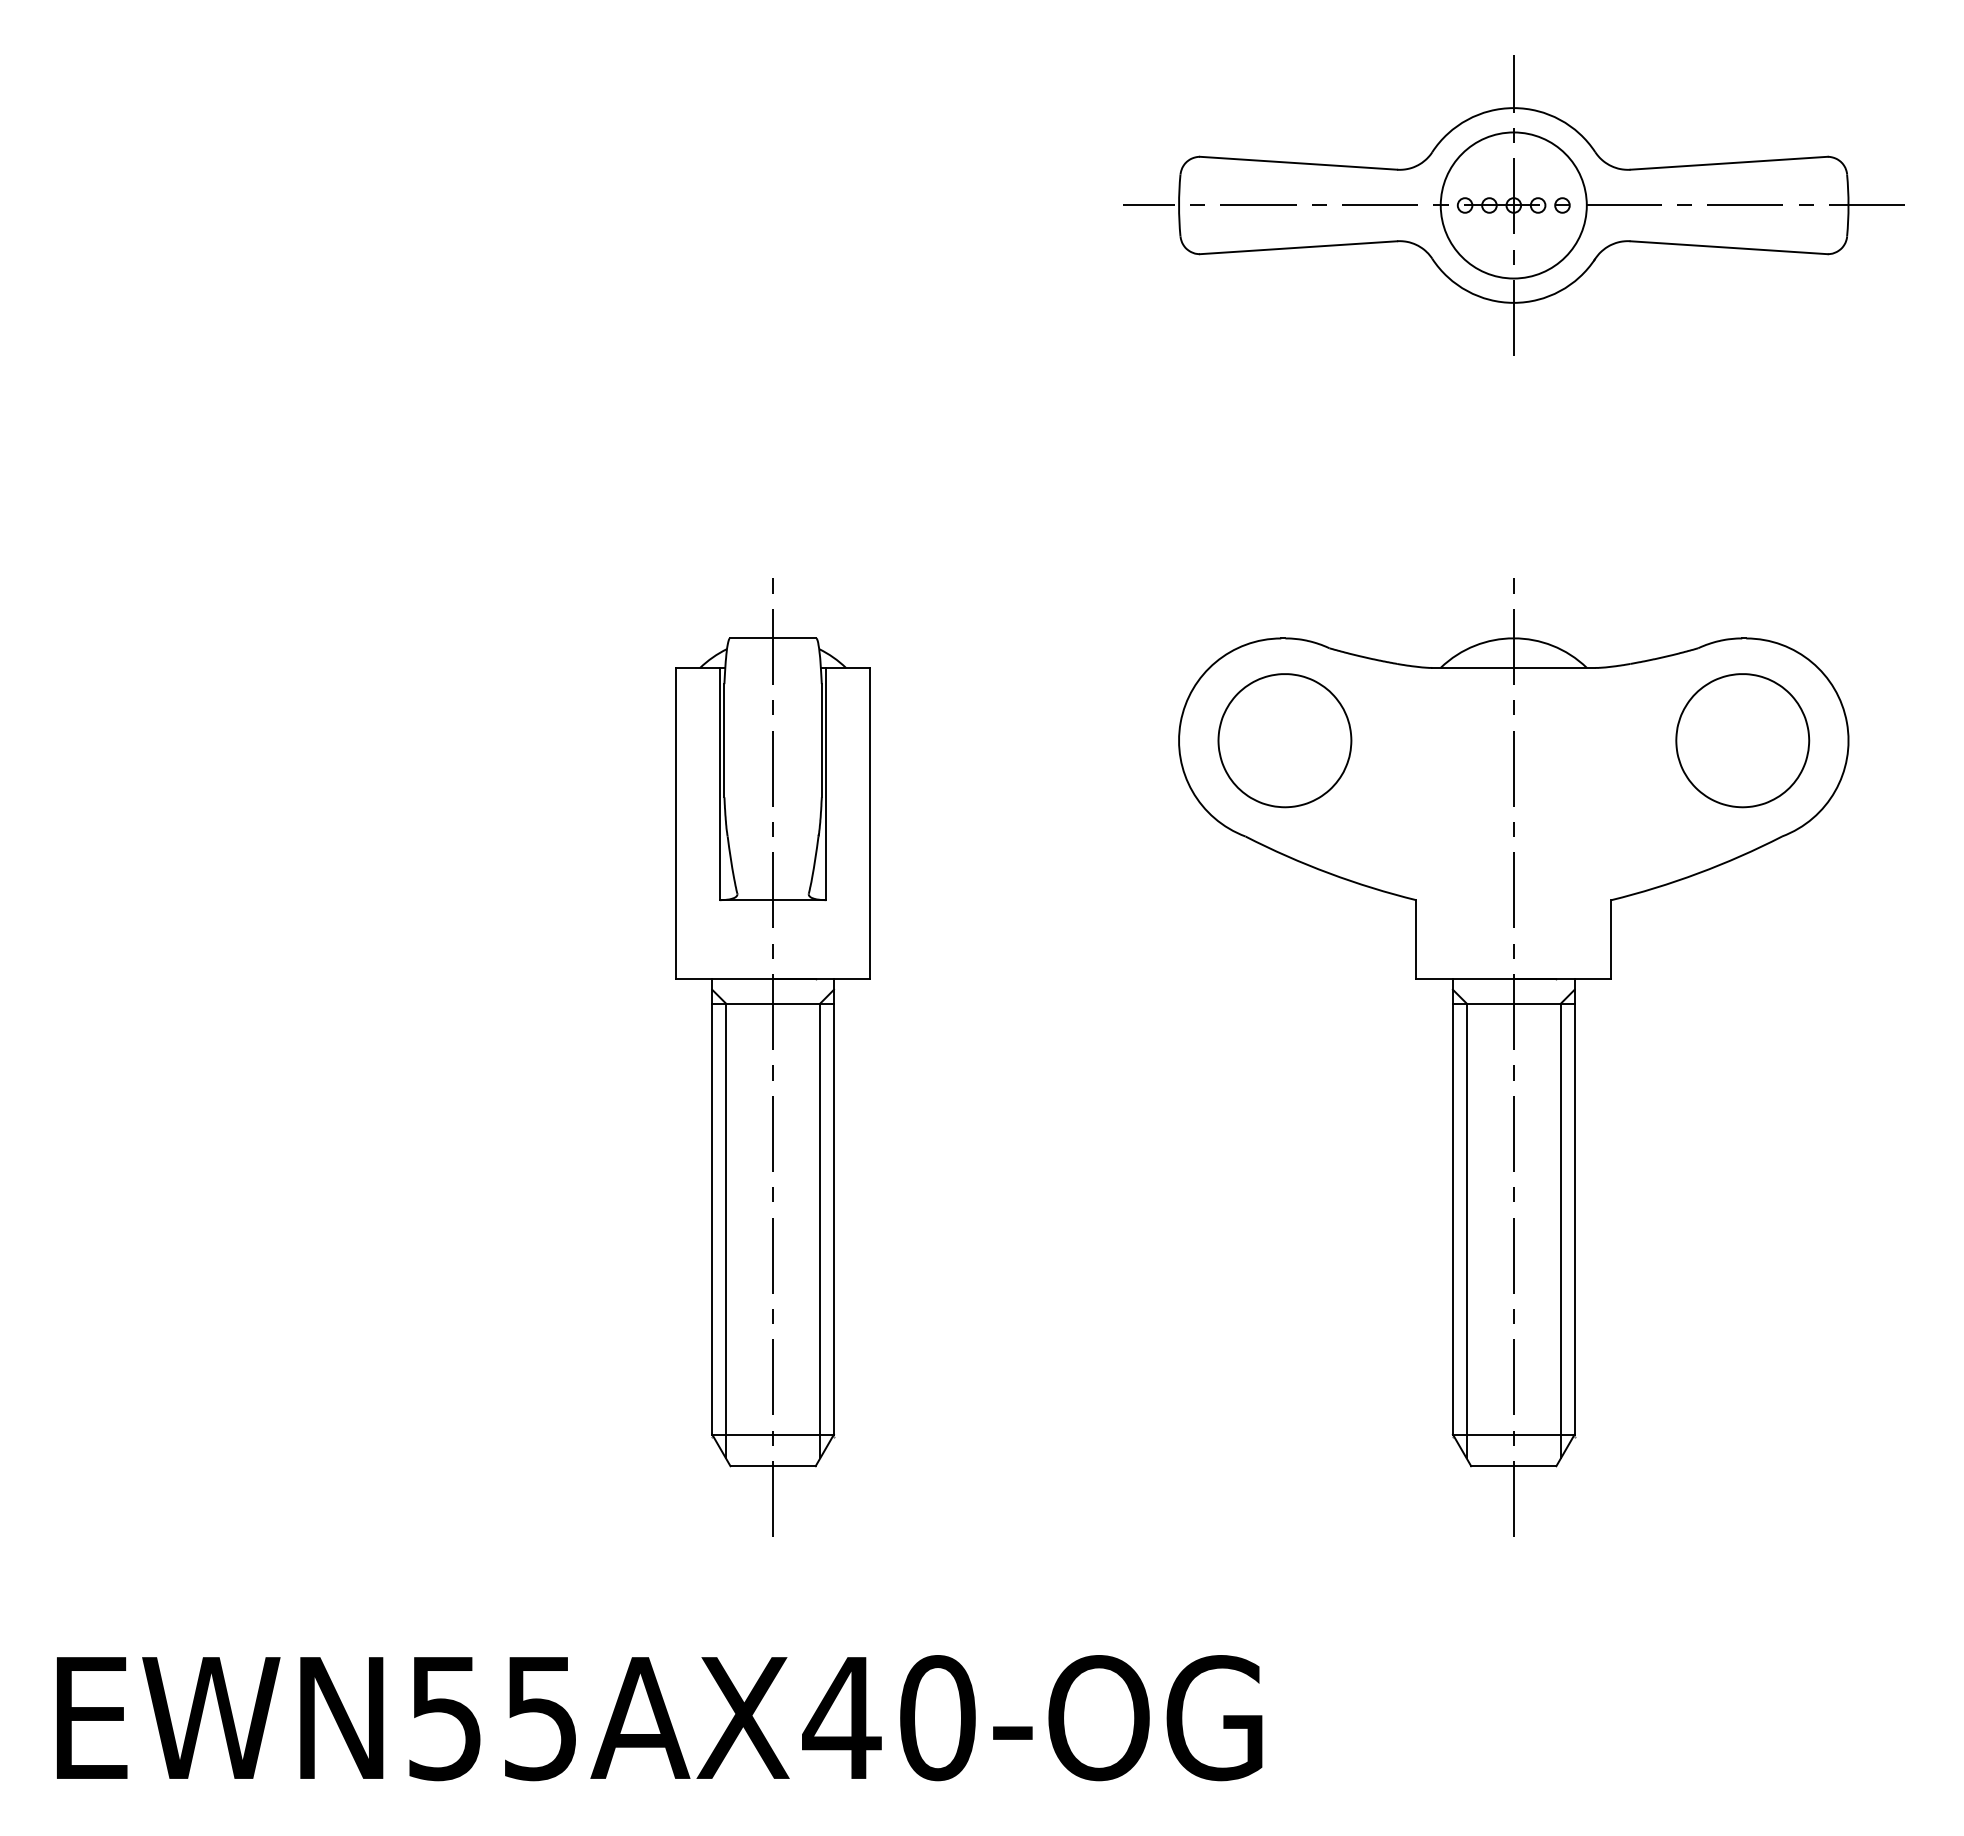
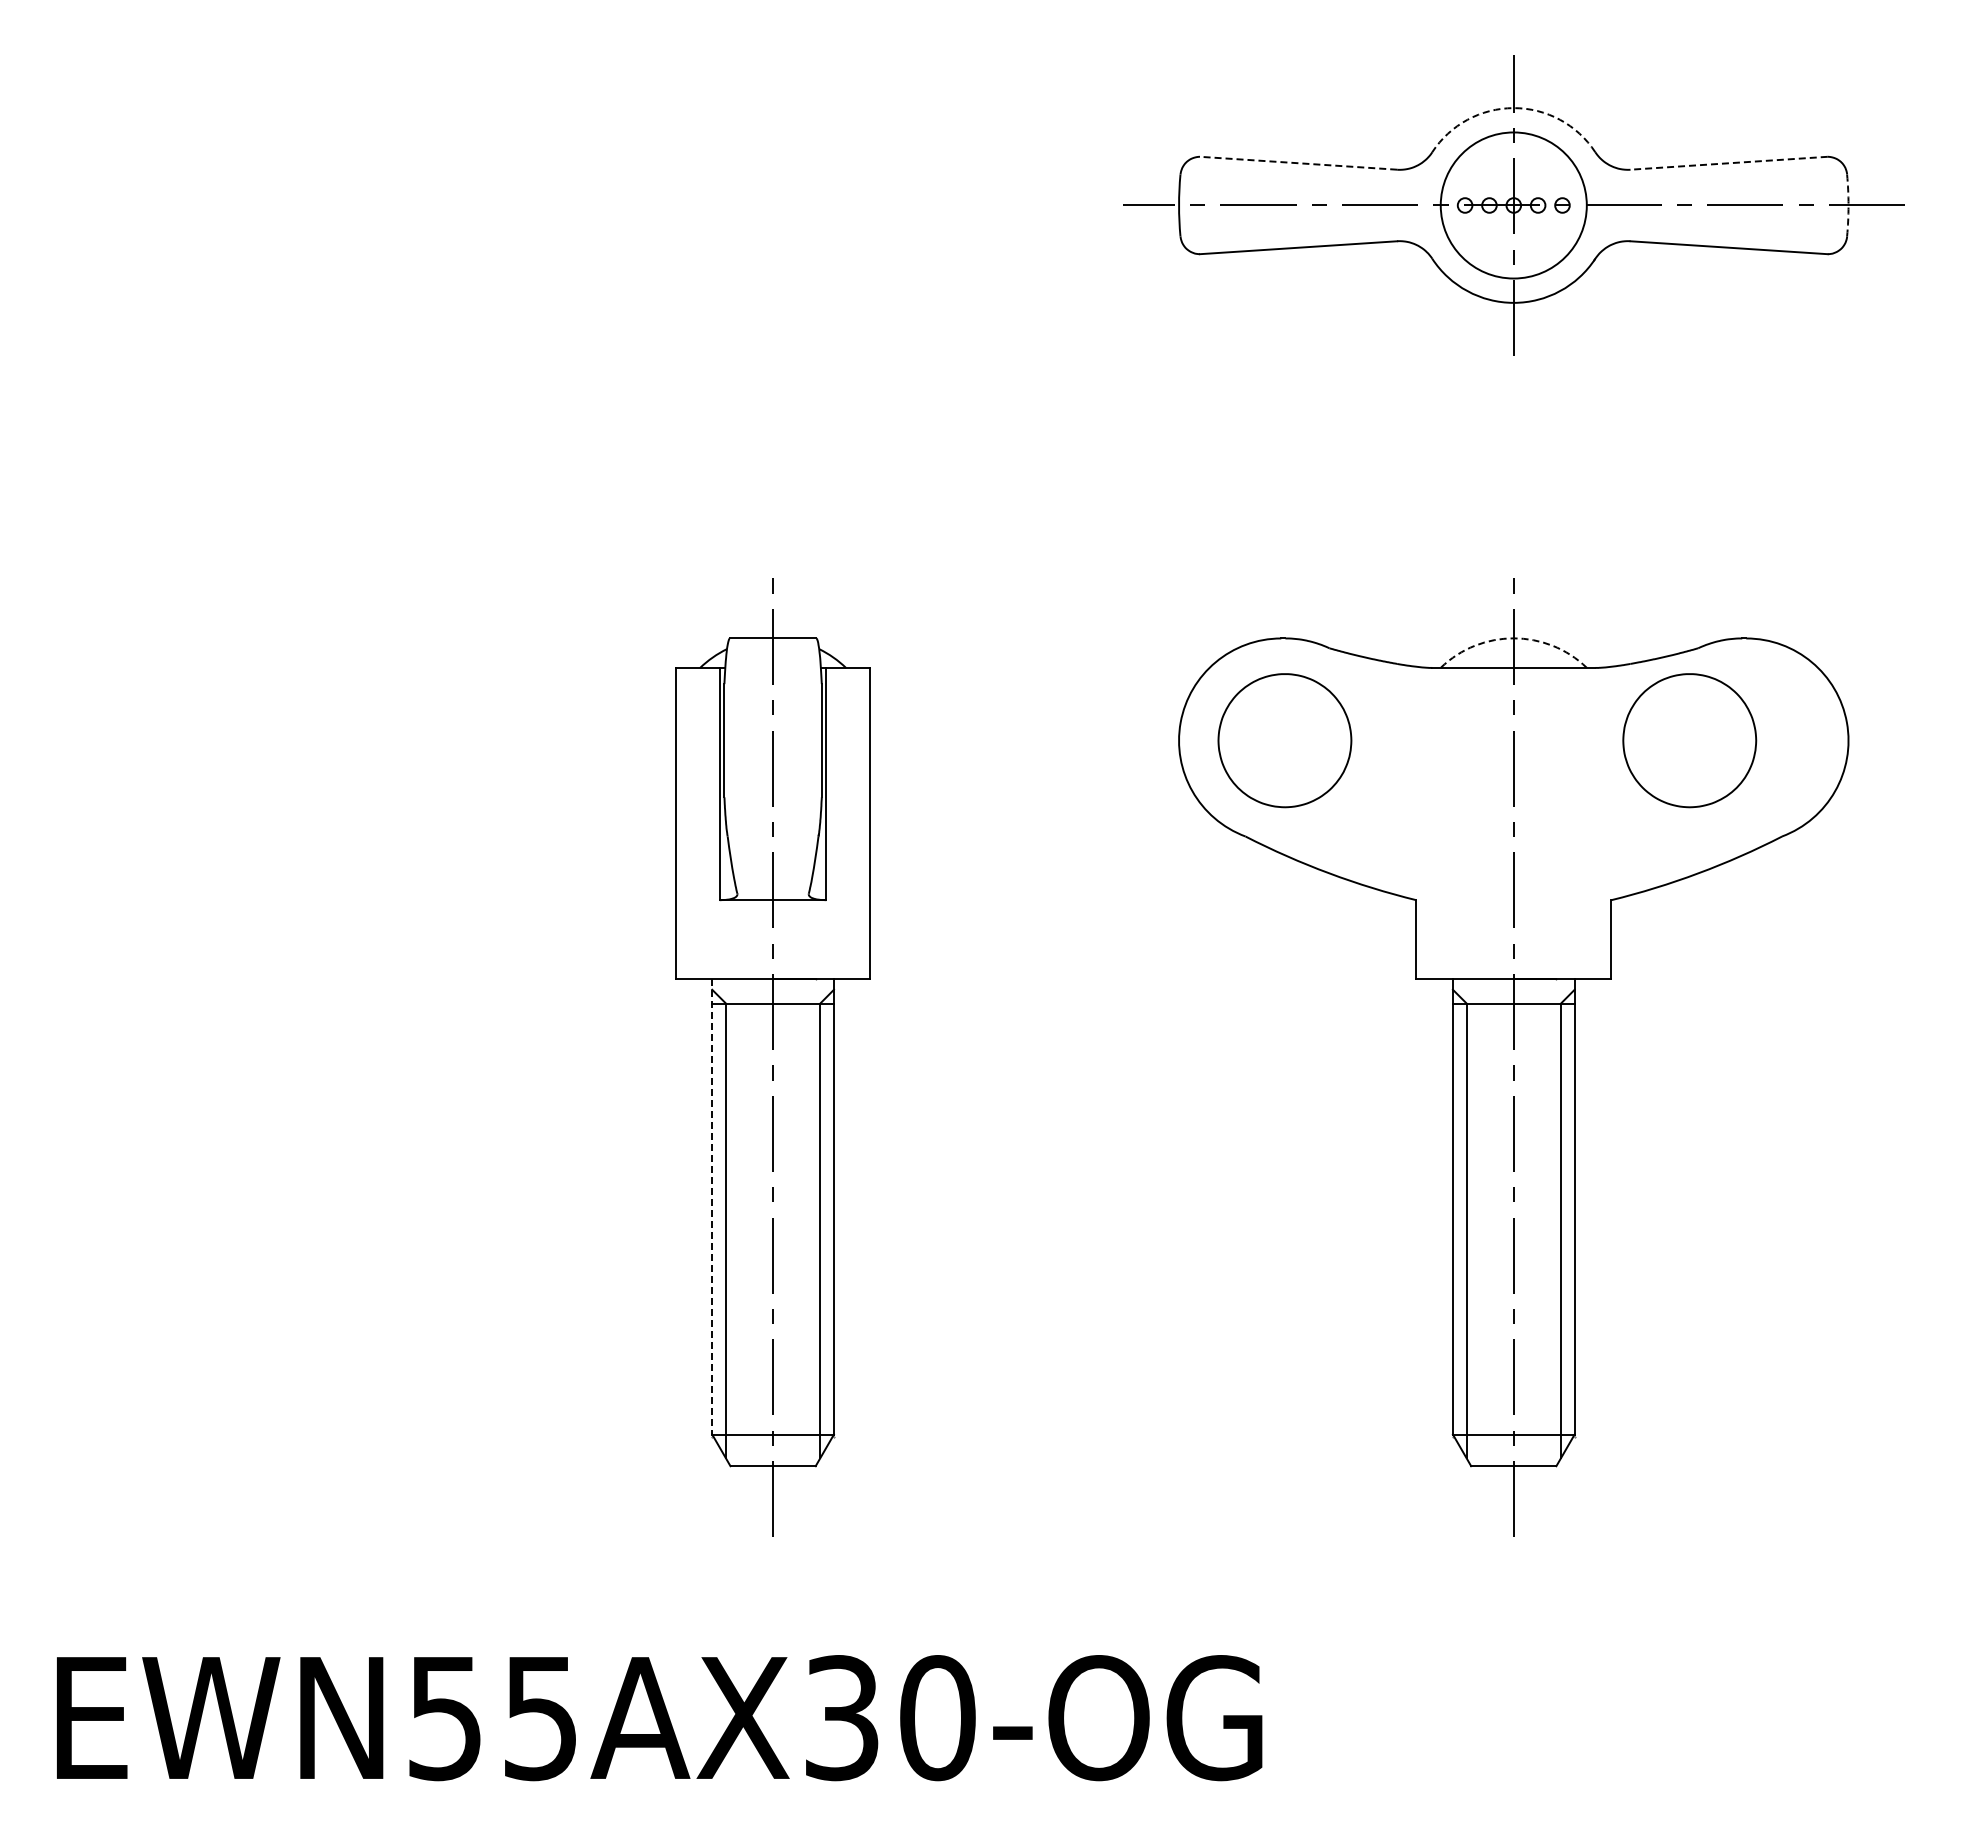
arc at (1513, 108): solid -> dashed
line at (1298, 163): solid -> dashed
line at (1729, 163): solid -> dashed
arc at (1848, 205): solid -> dashed
arc at (1513, 638): solid -> dashed
part at (1742, 740) position: (1742, 740) -> (1689, 740)
line at (712, 1206): solid -> dashed
text at (841, 1718): EWN55AX40-OG -> EWN55AX30-OG
